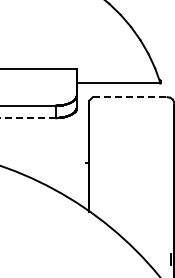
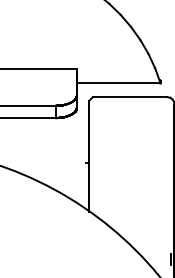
line at (130, 97): dashed -> solid
line at (28, 118): dashed -> solid
